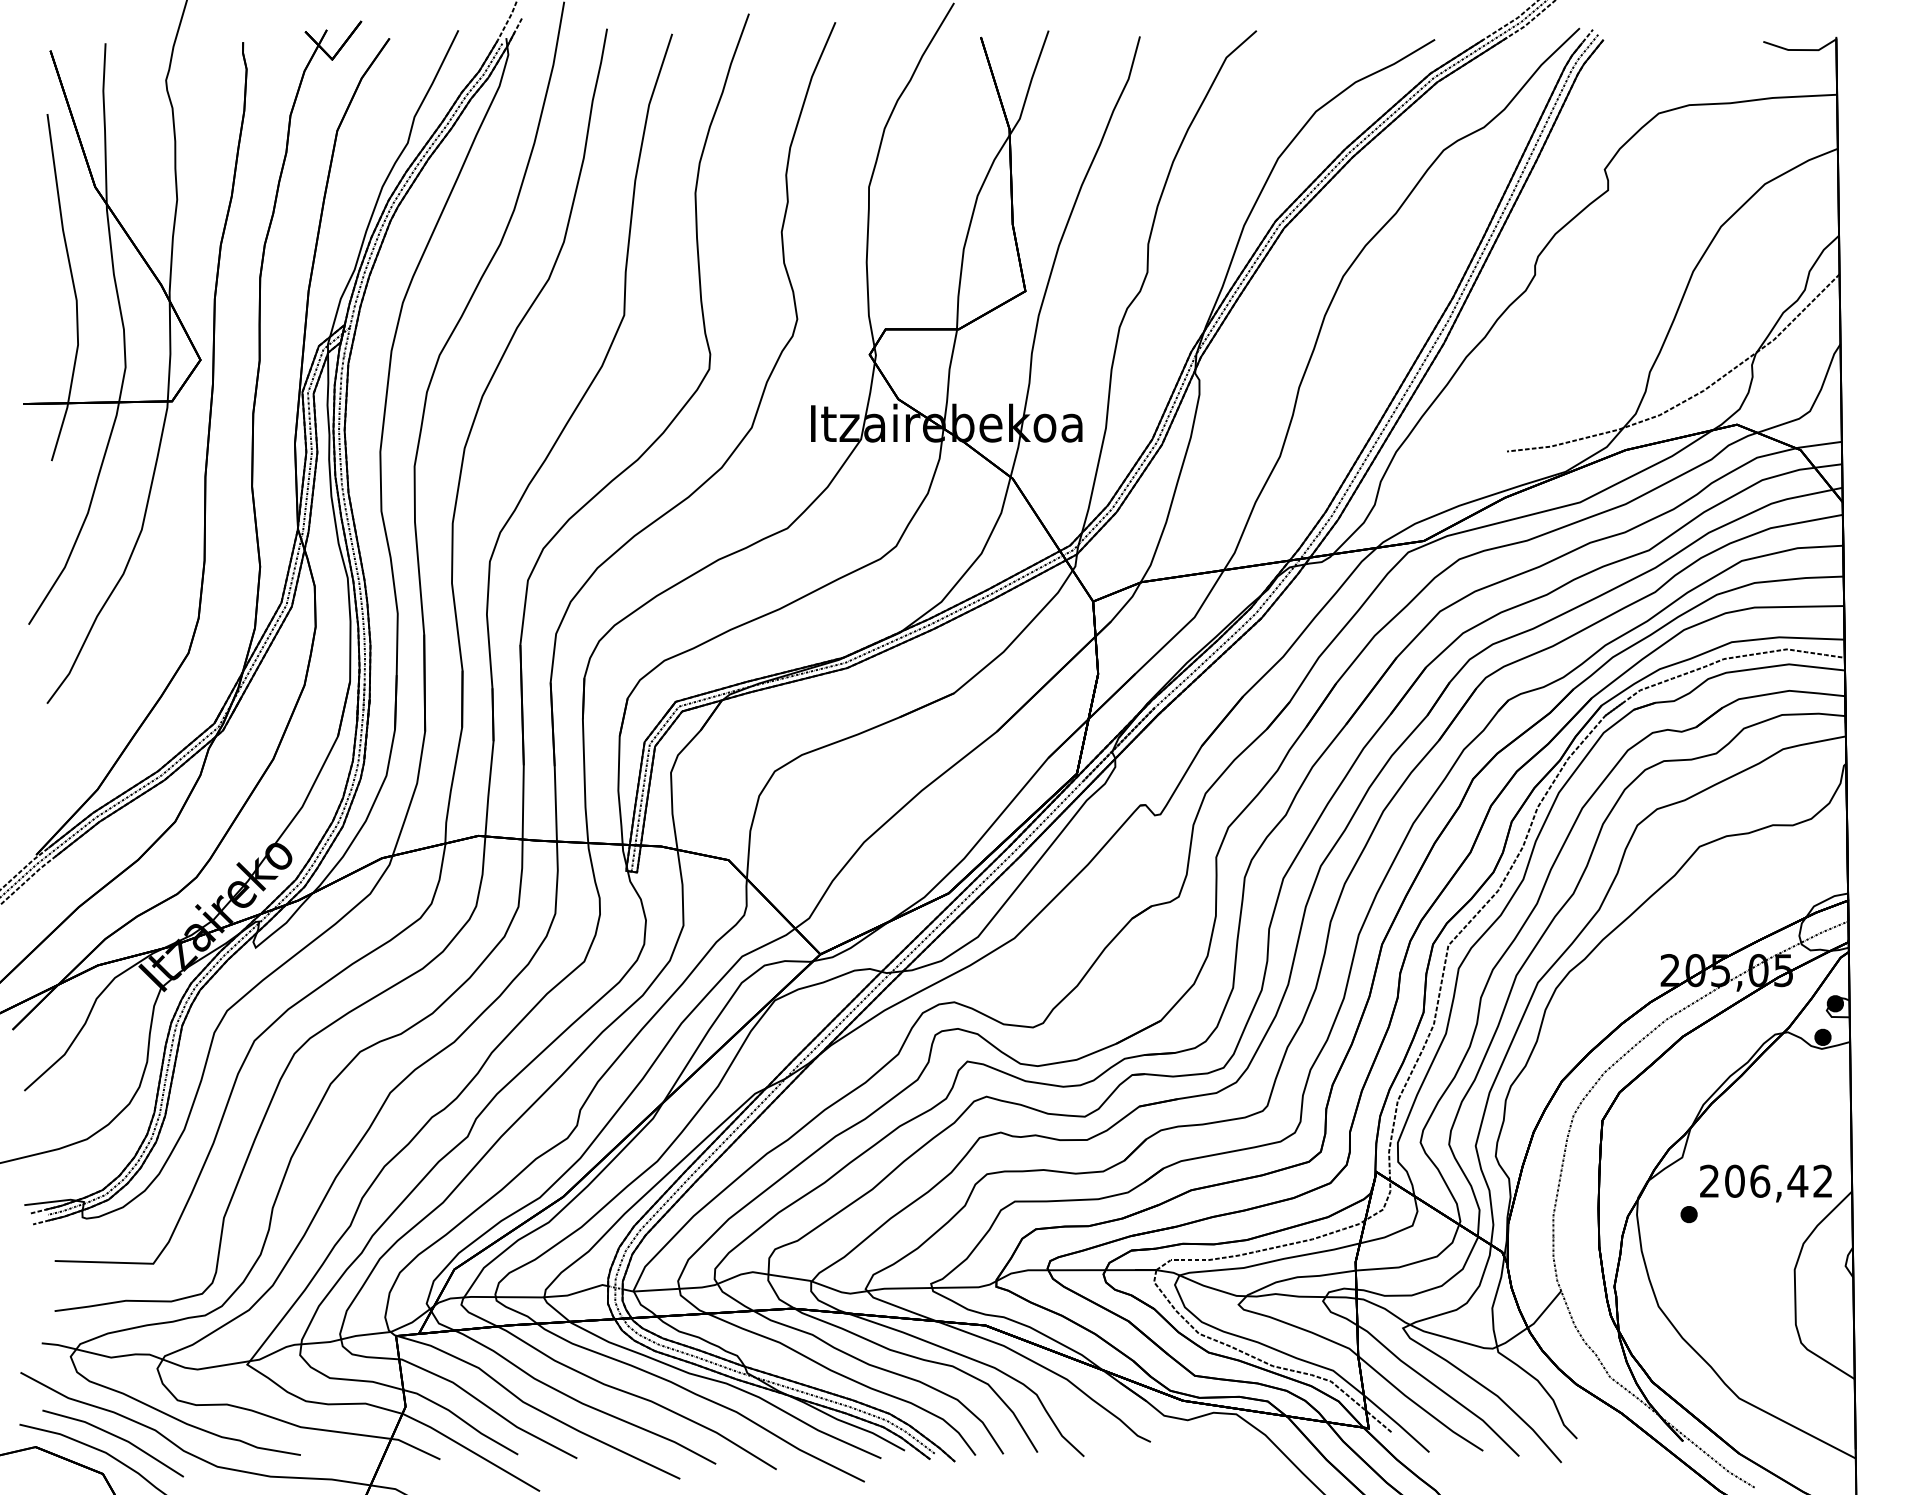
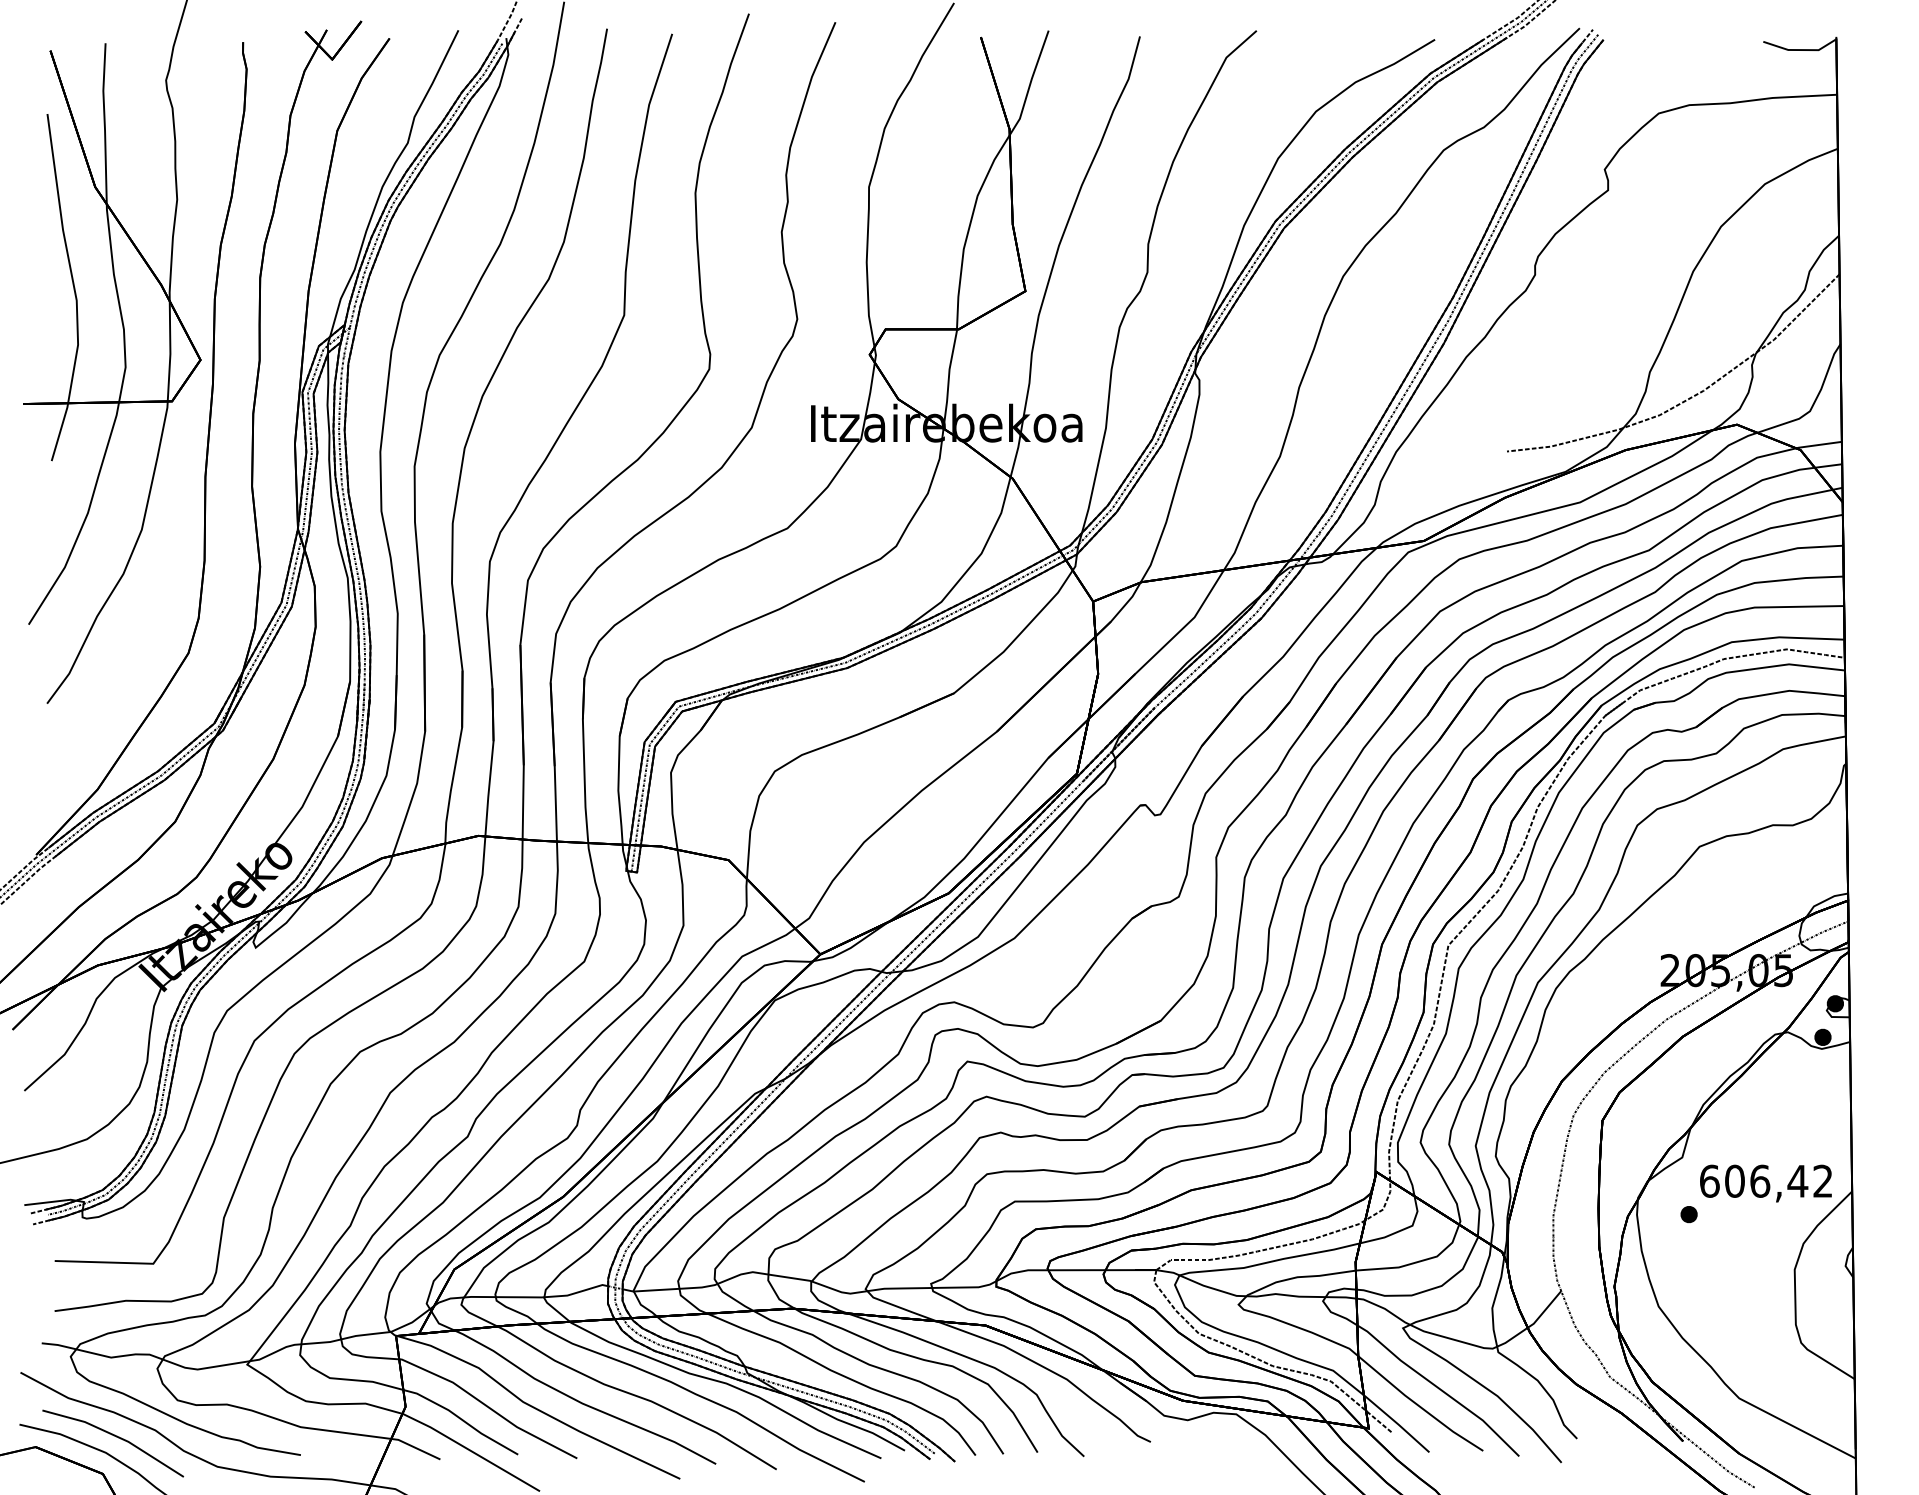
text at (1709, 1180): 206,42 -> 606,42
